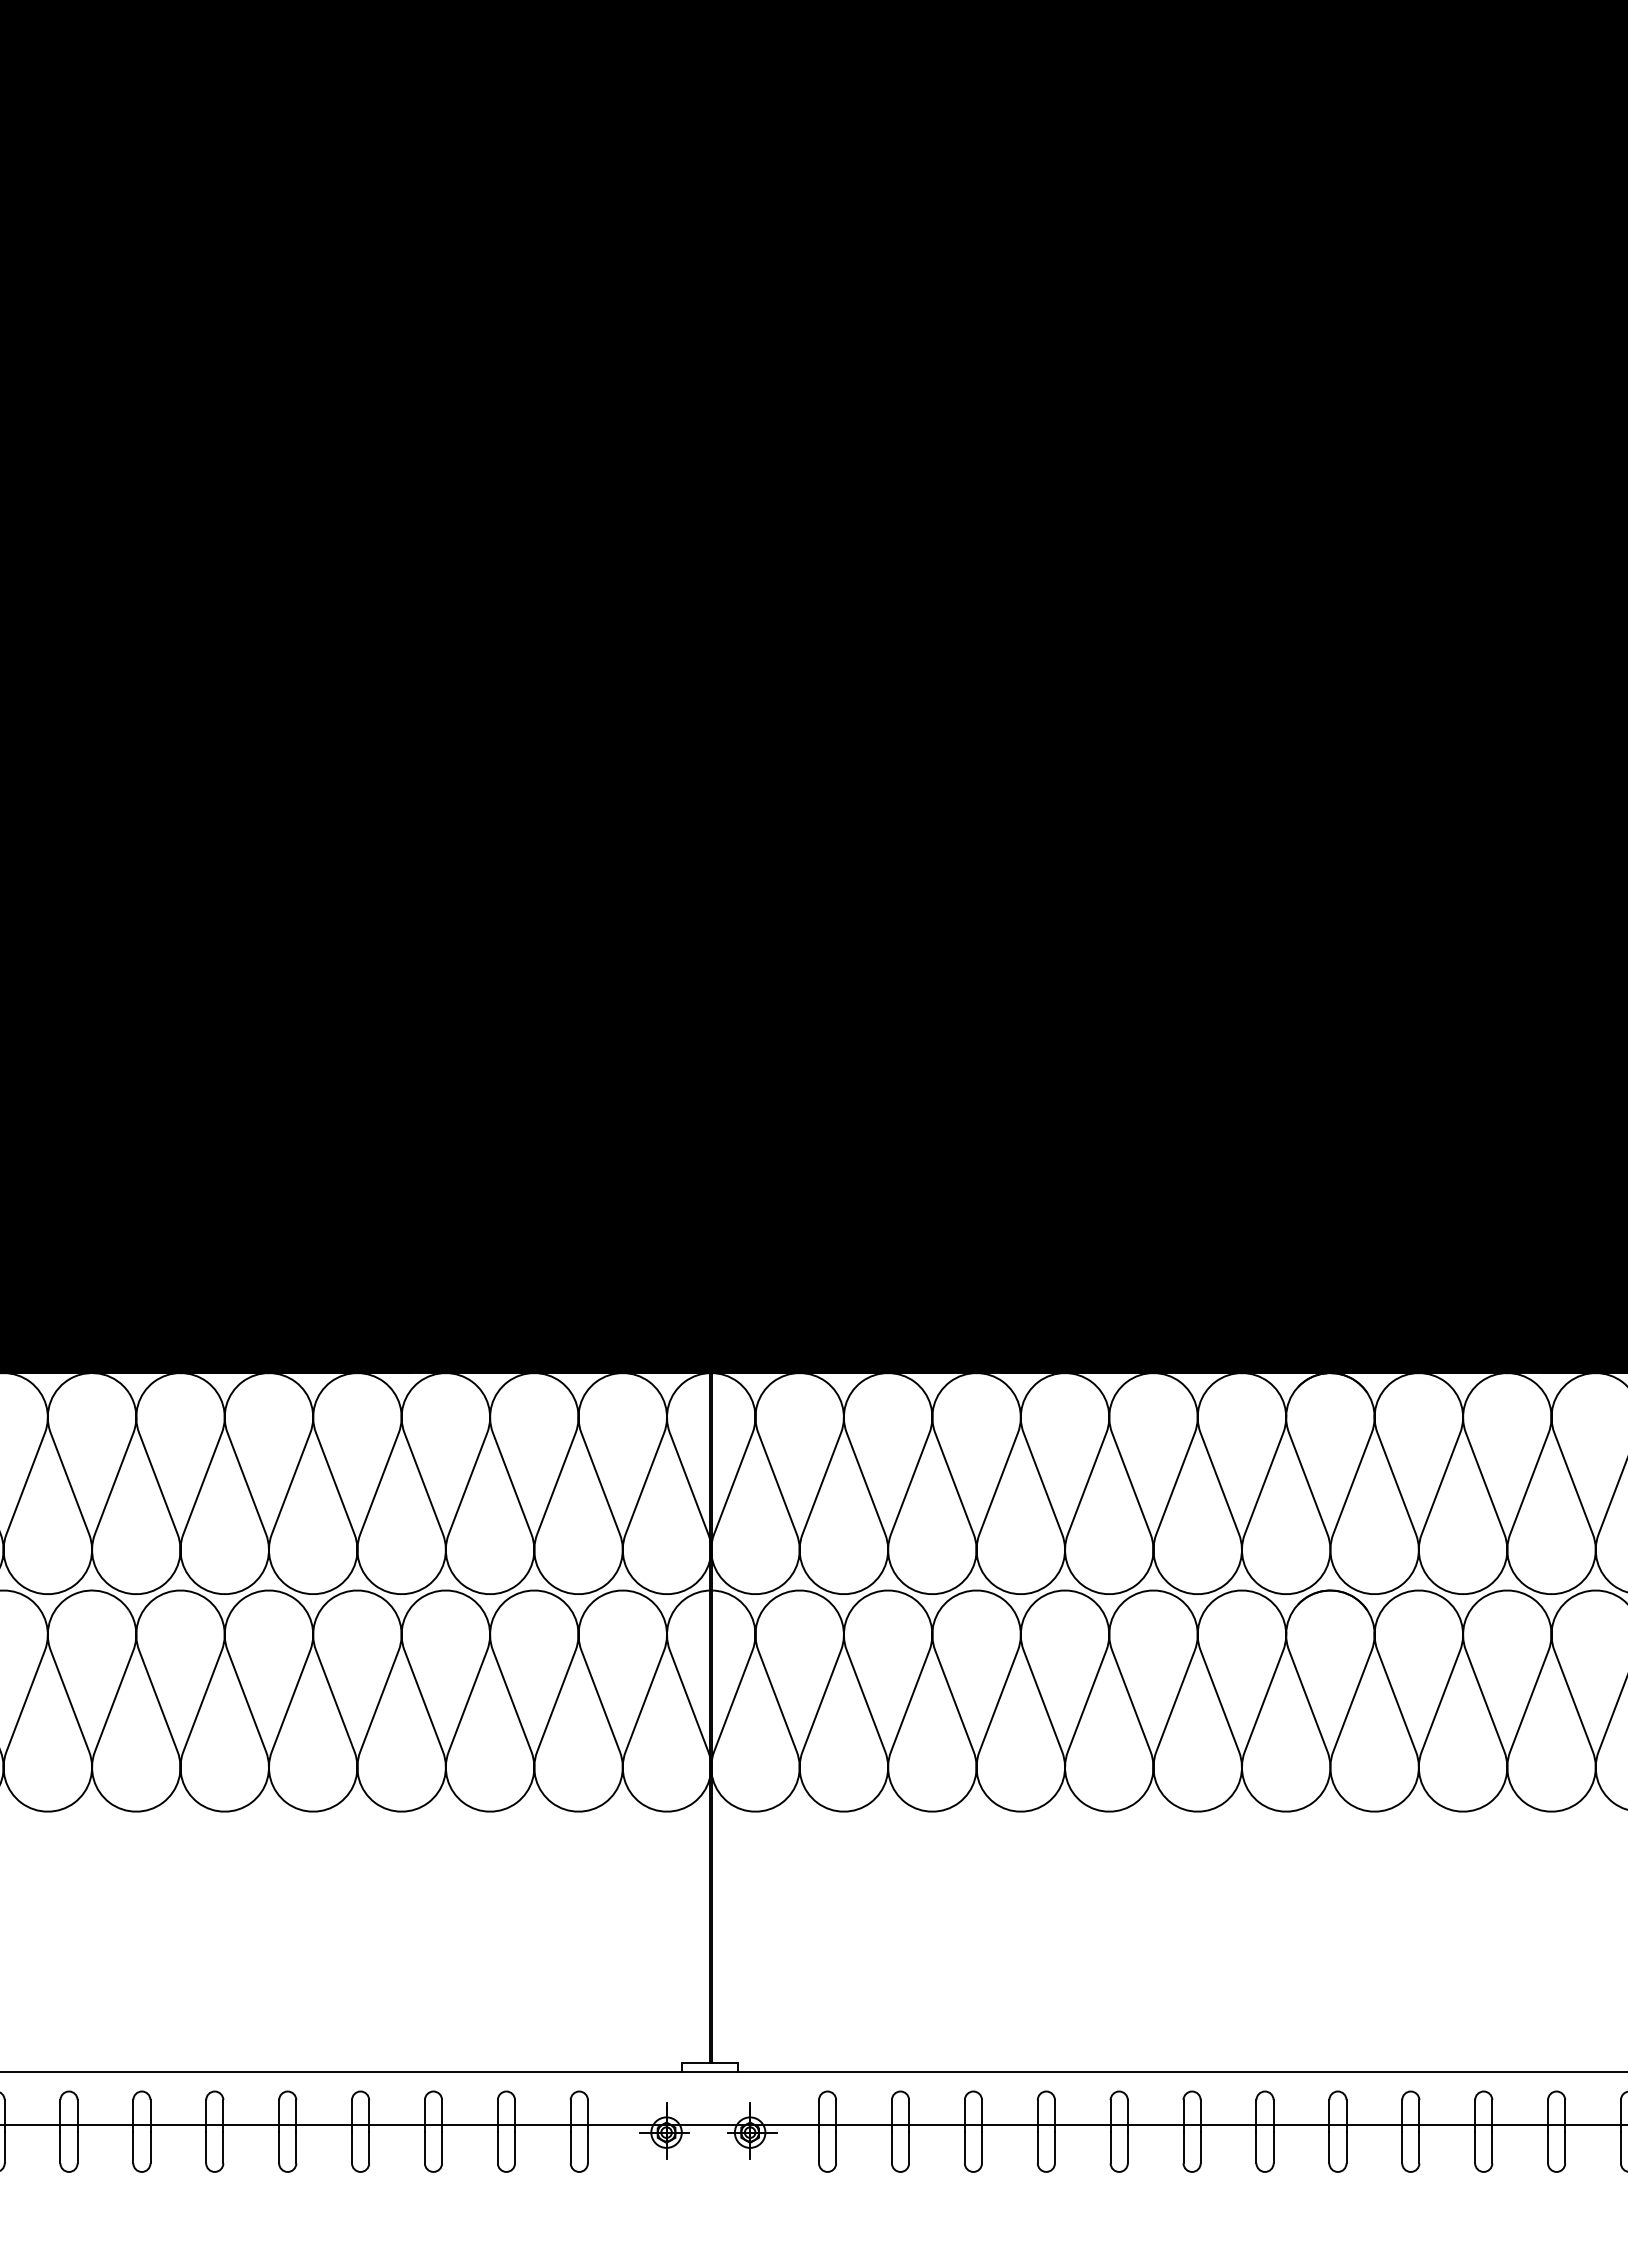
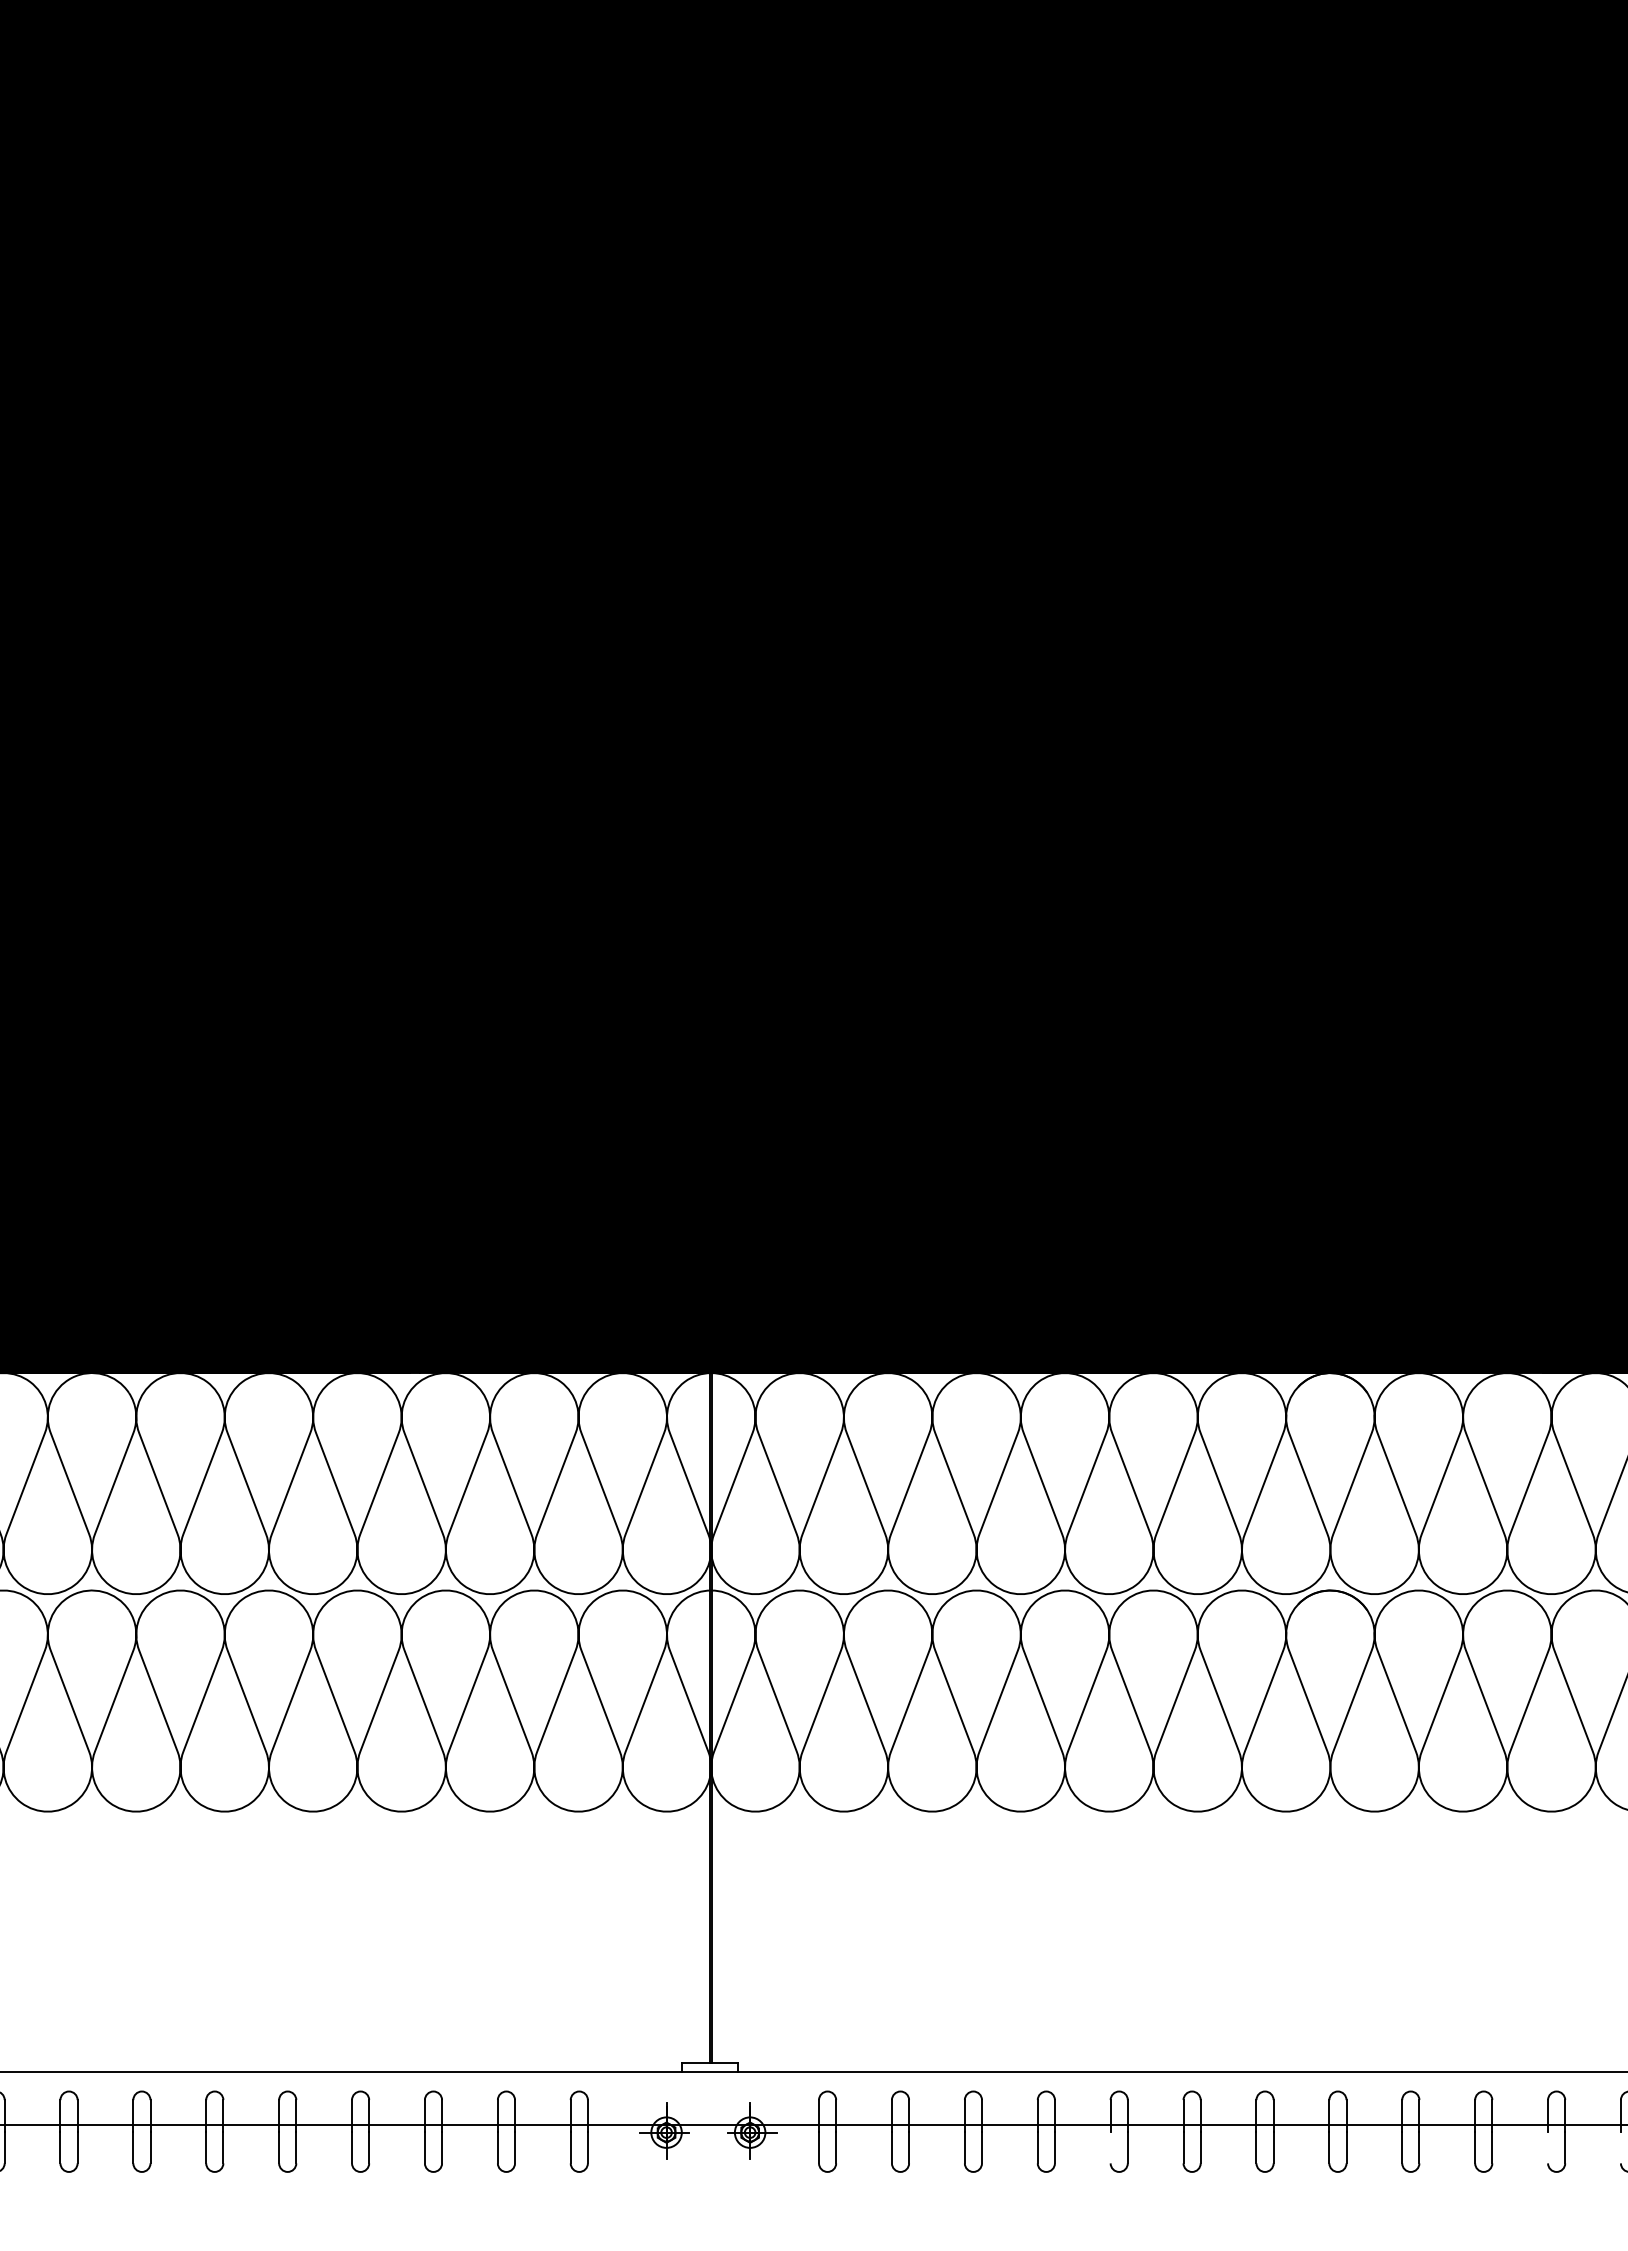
line at (1110, 2147): present -> none
line at (1548, 2147): present -> none
line at (1620, 2147): present -> none
